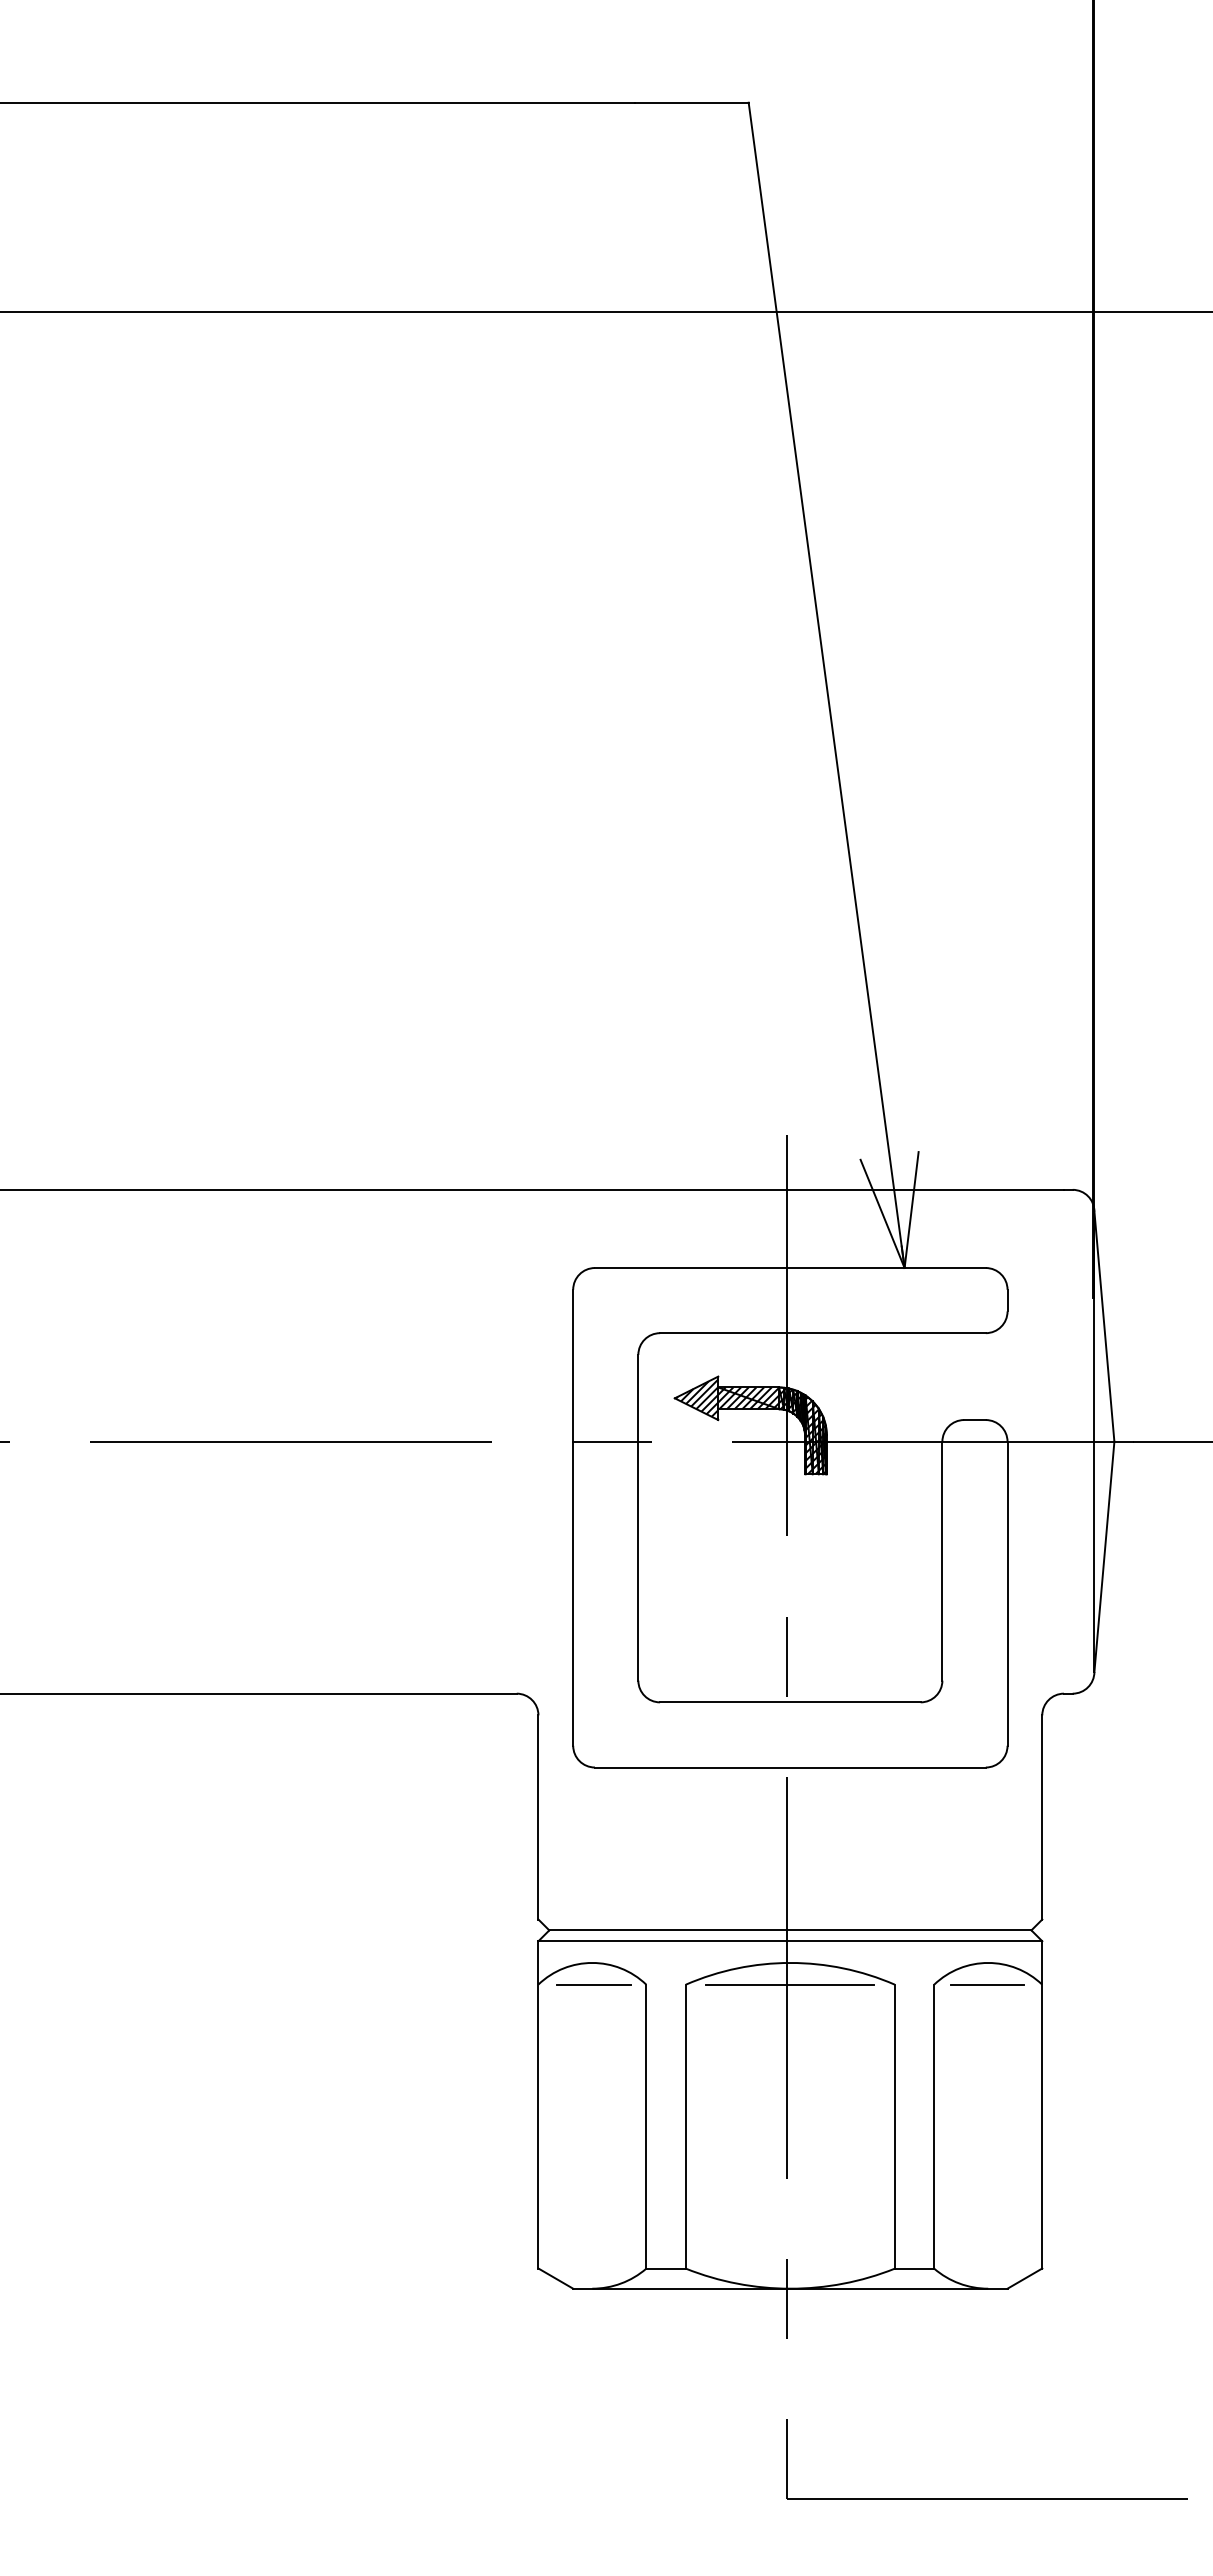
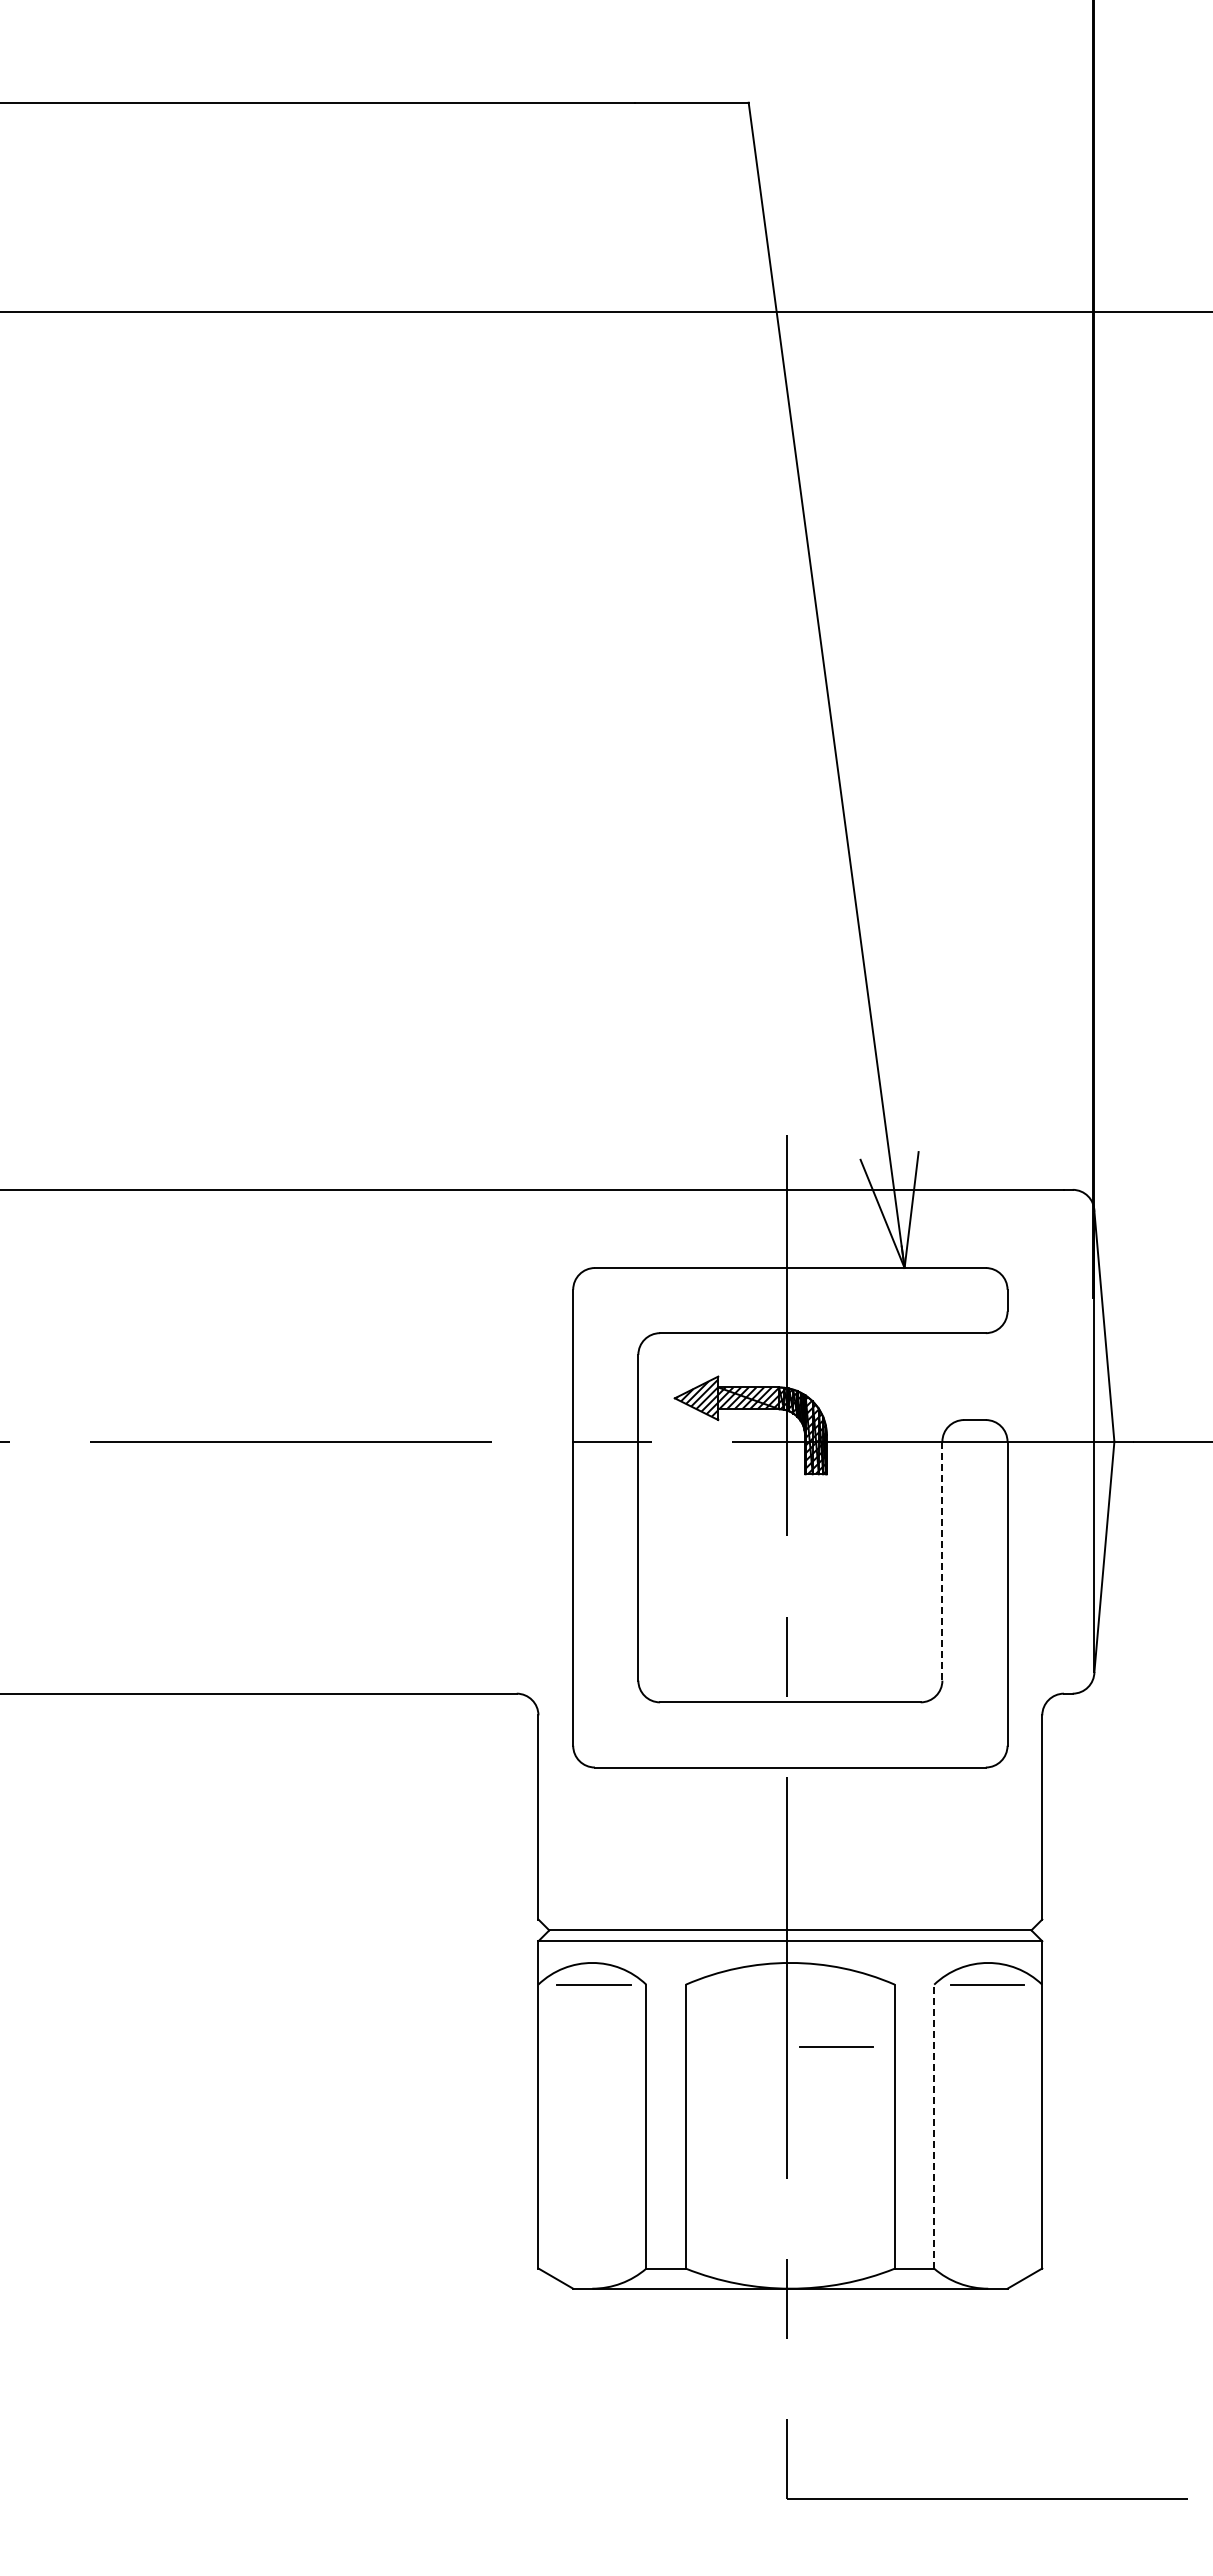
line at (942, 1561): solid -> dashed
line at (789, 1984): present -> none
line at (836, 2046): none -> present
line at (934, 2126): solid -> dashed
